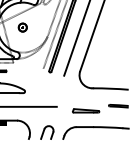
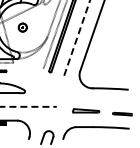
line at (77, 38): solid -> dashed
line at (28, 106): solid -> dashed
line at (118, 106) position: (118, 106) -> (122, 114)
part at (47, 132) position: (47, 132) -> (47, 137)
